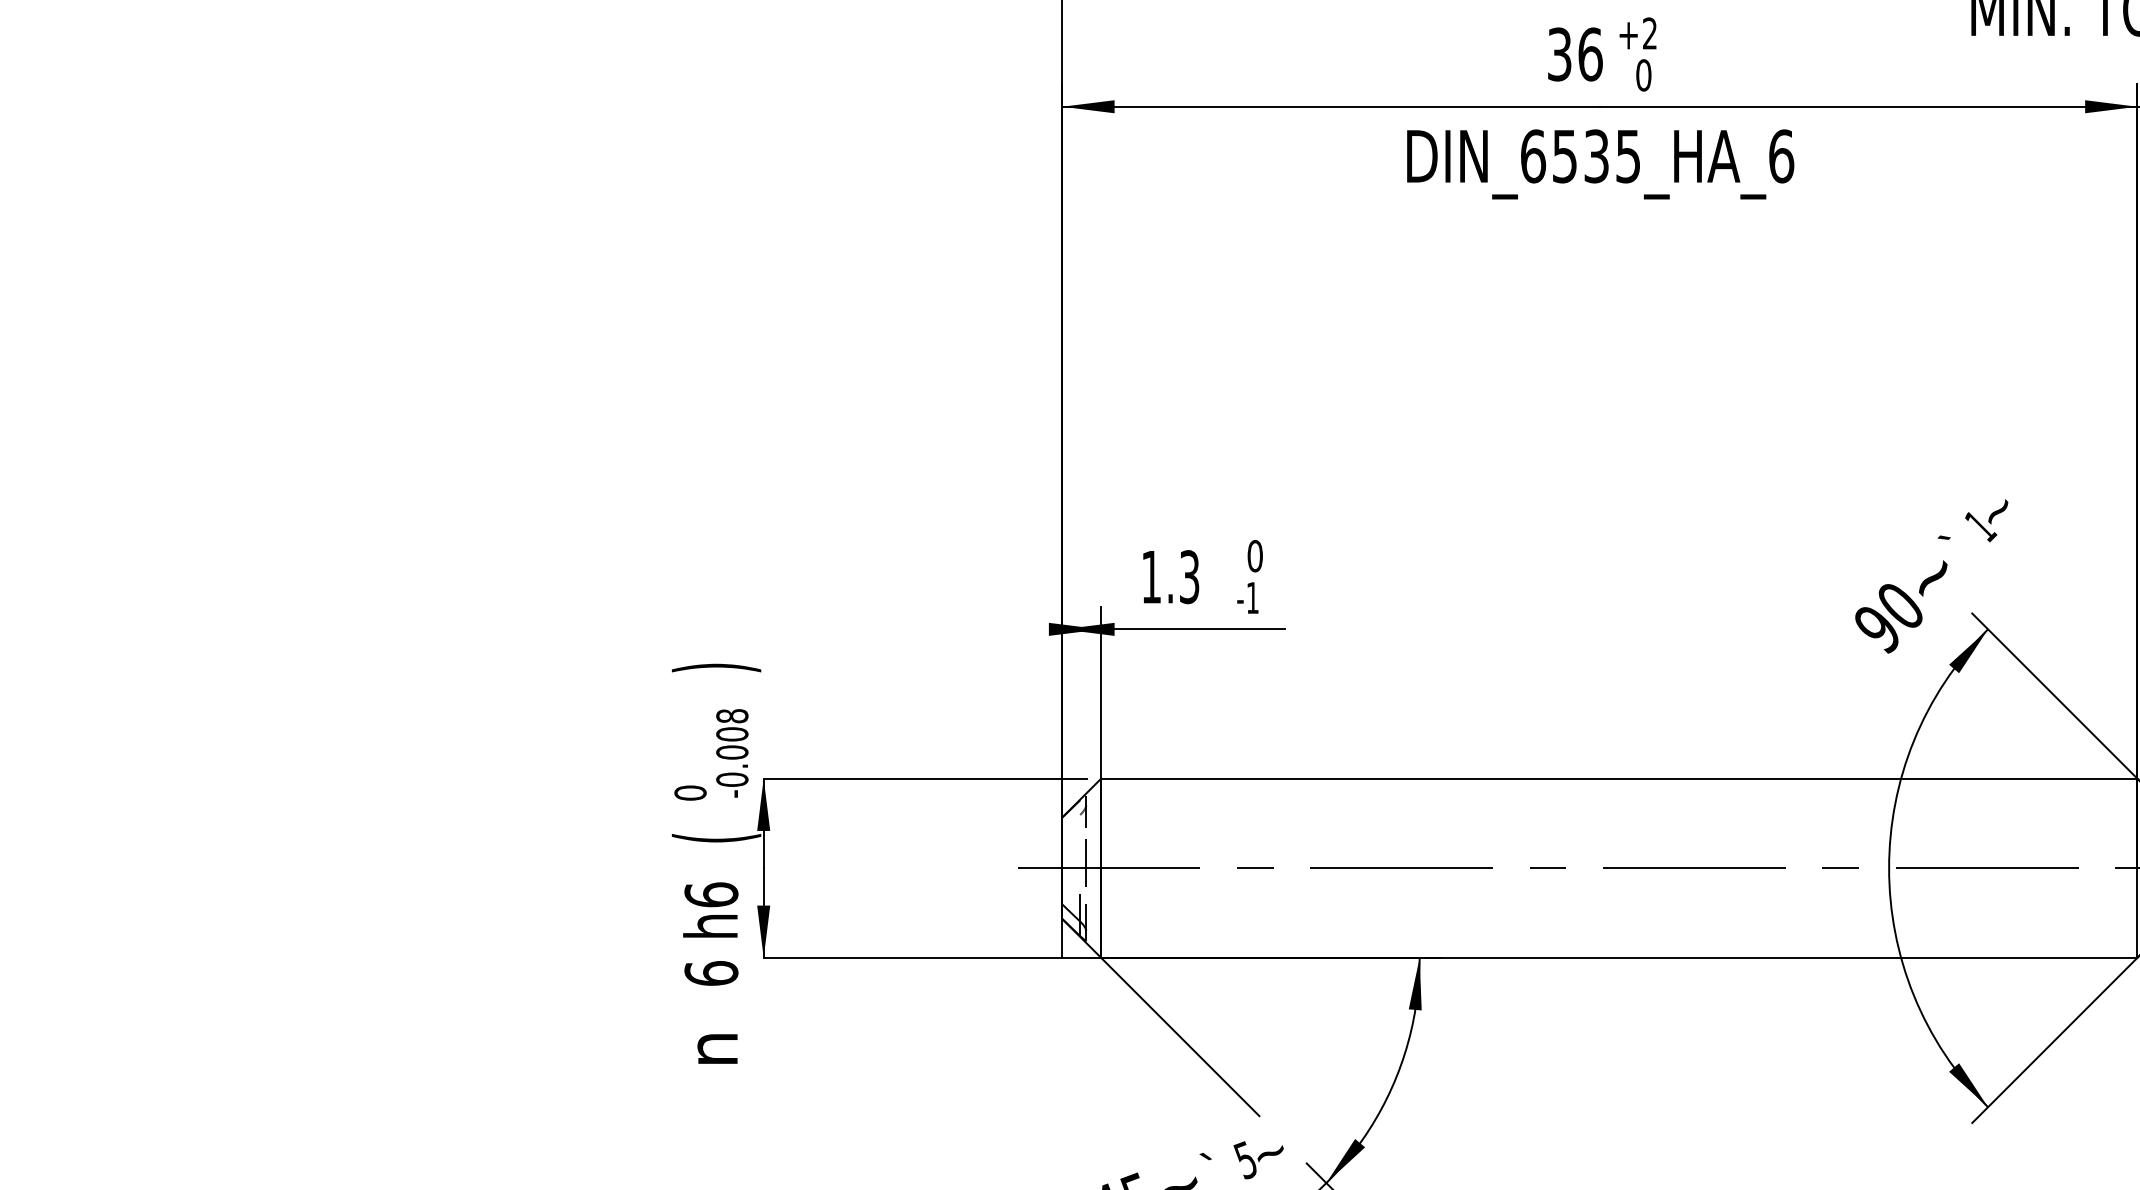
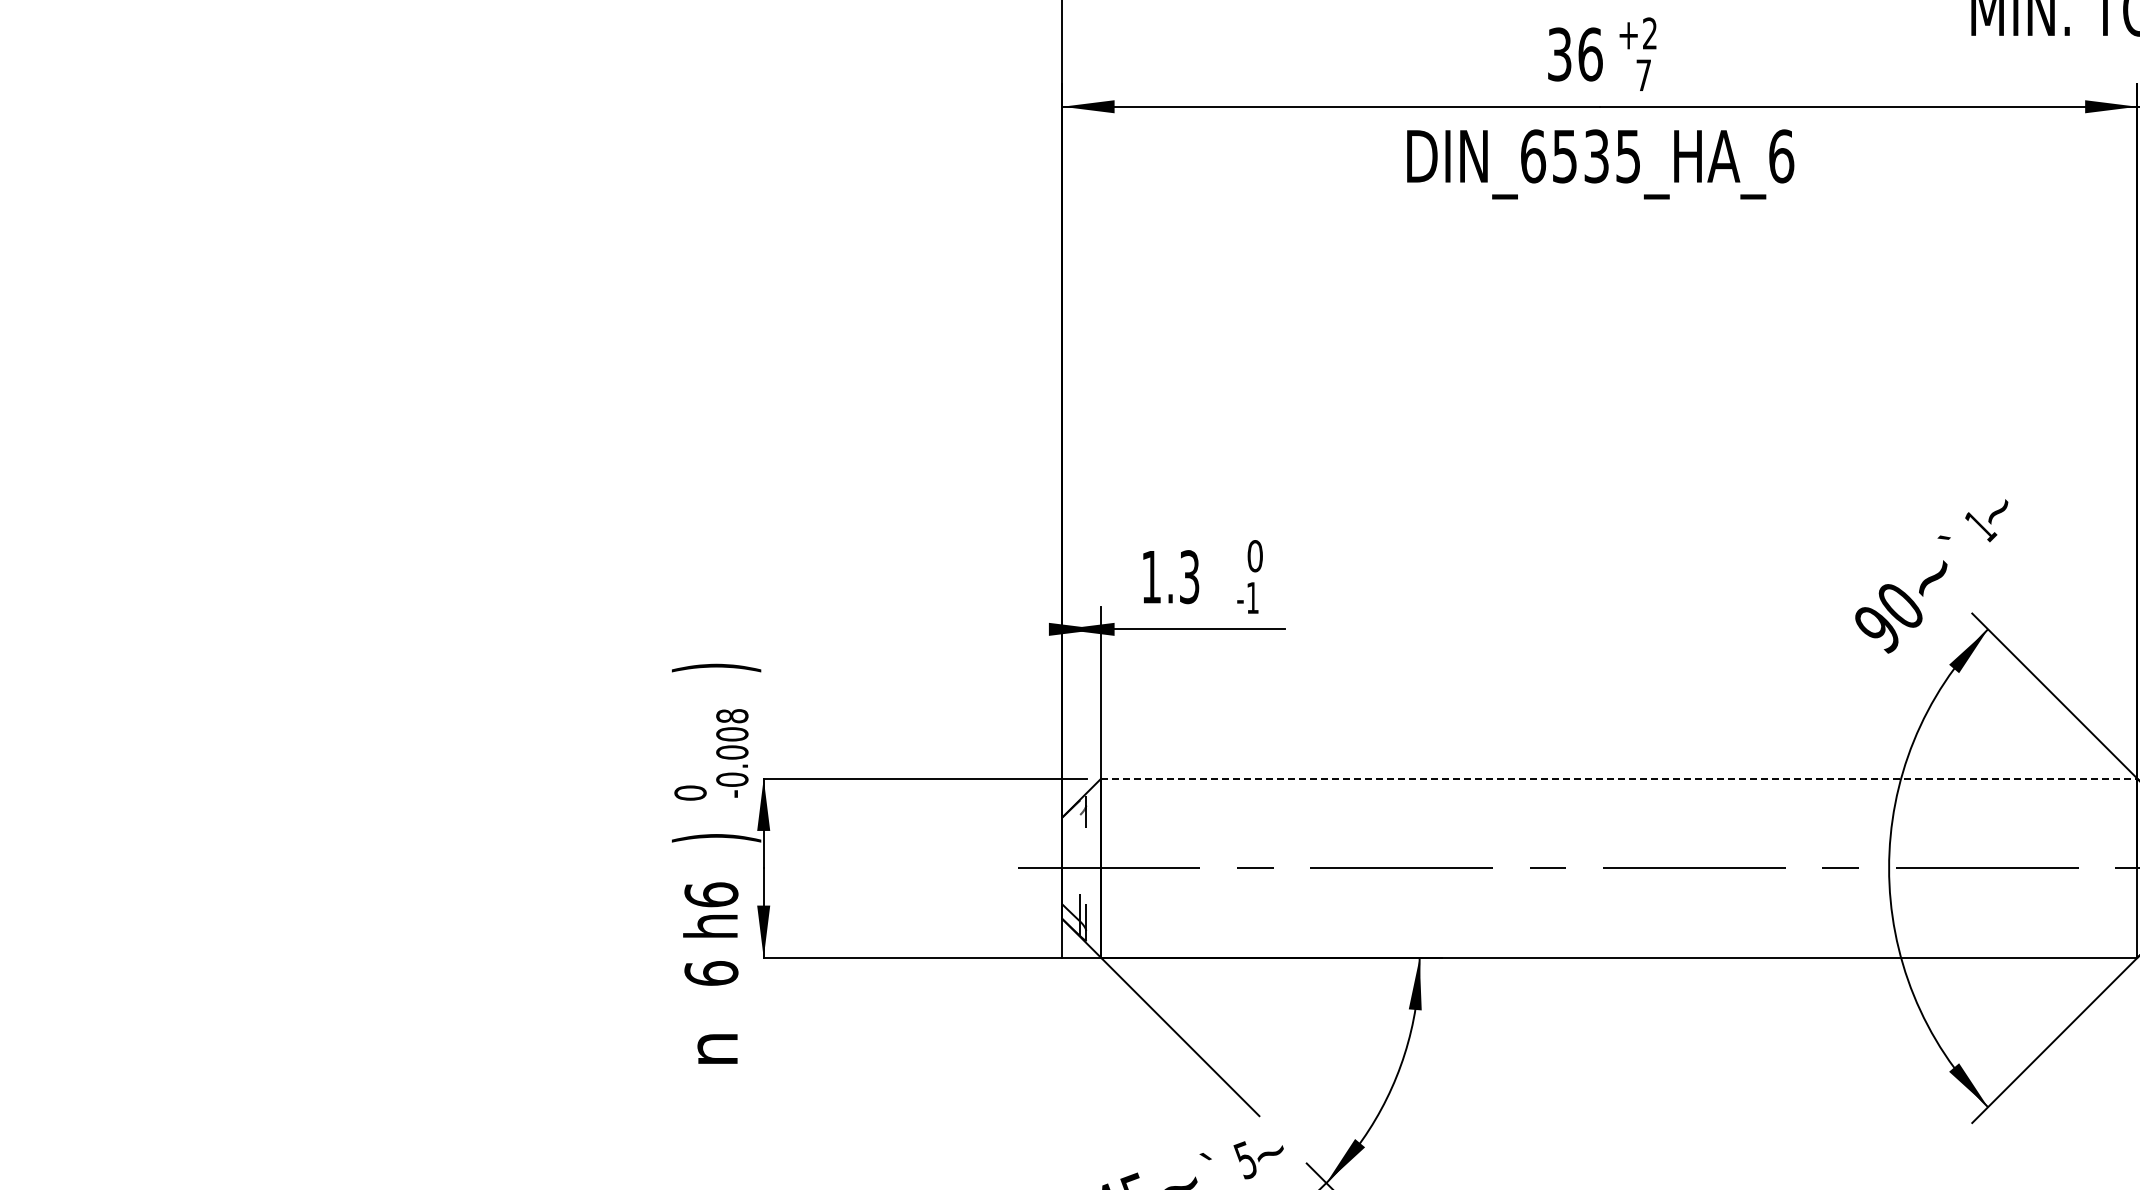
text at (1643, 75): 0 -> 7
line at (1619, 778): solid -> dashed
text at (716, 838): ( -> )
line at (1086, 860): present -> none
